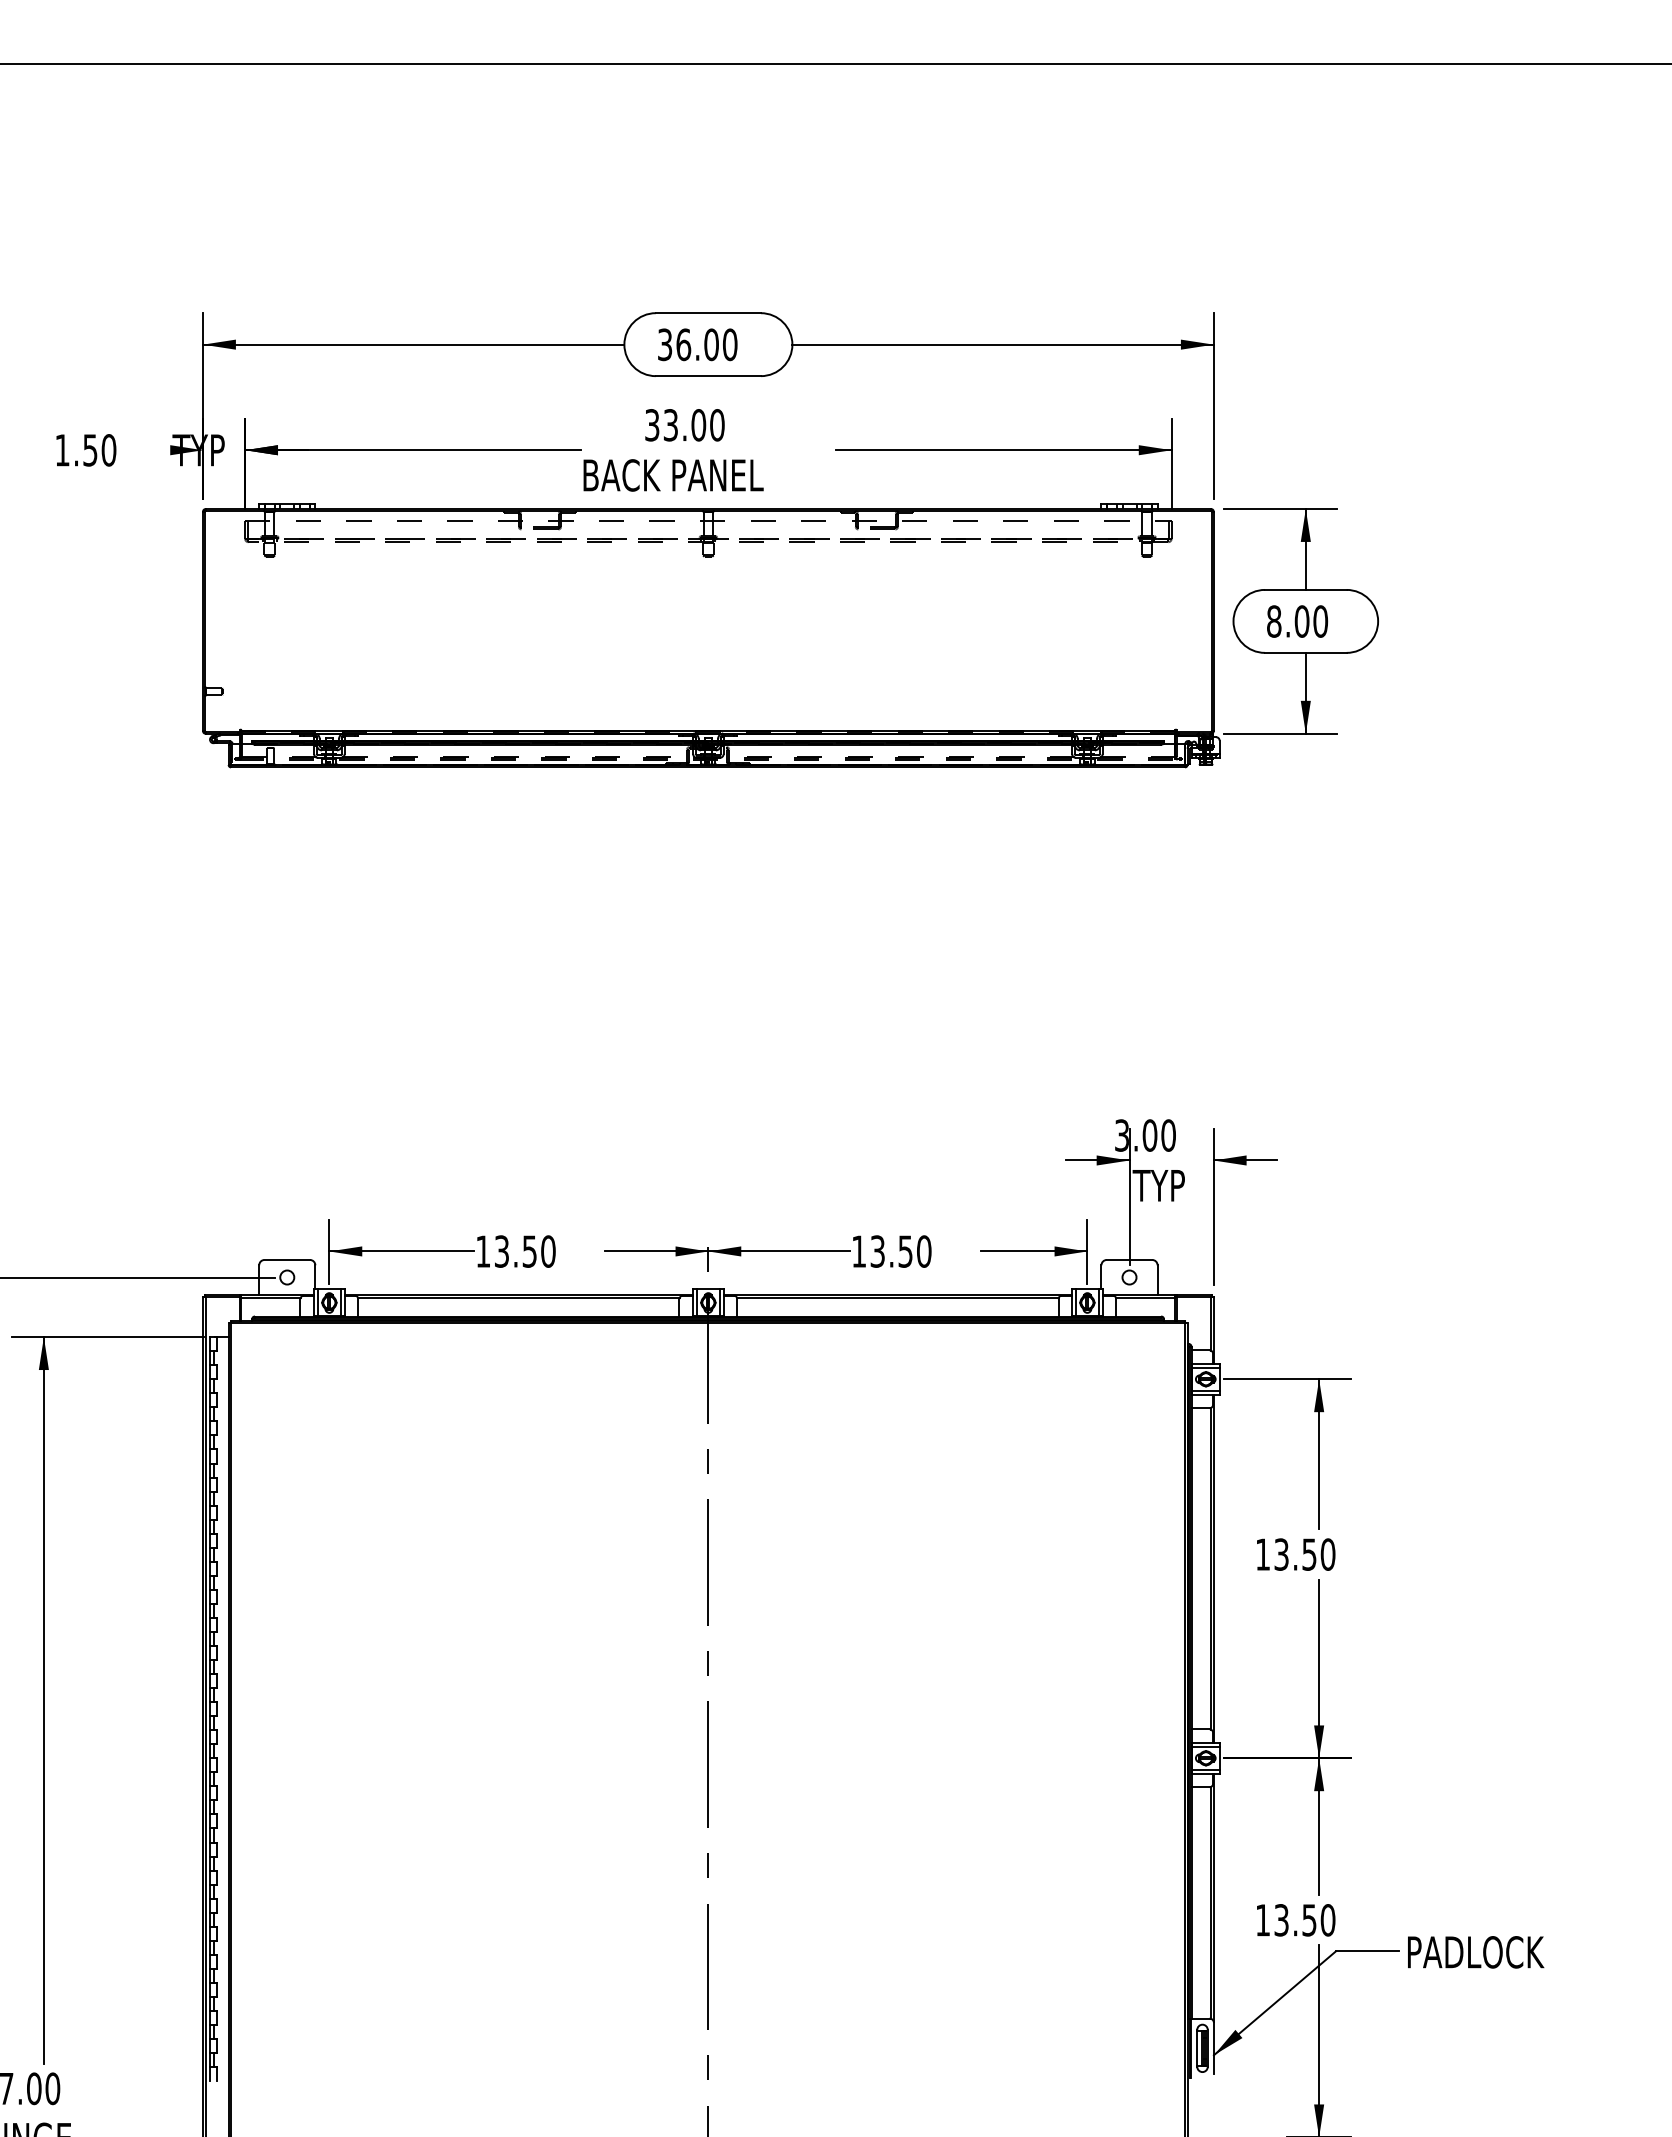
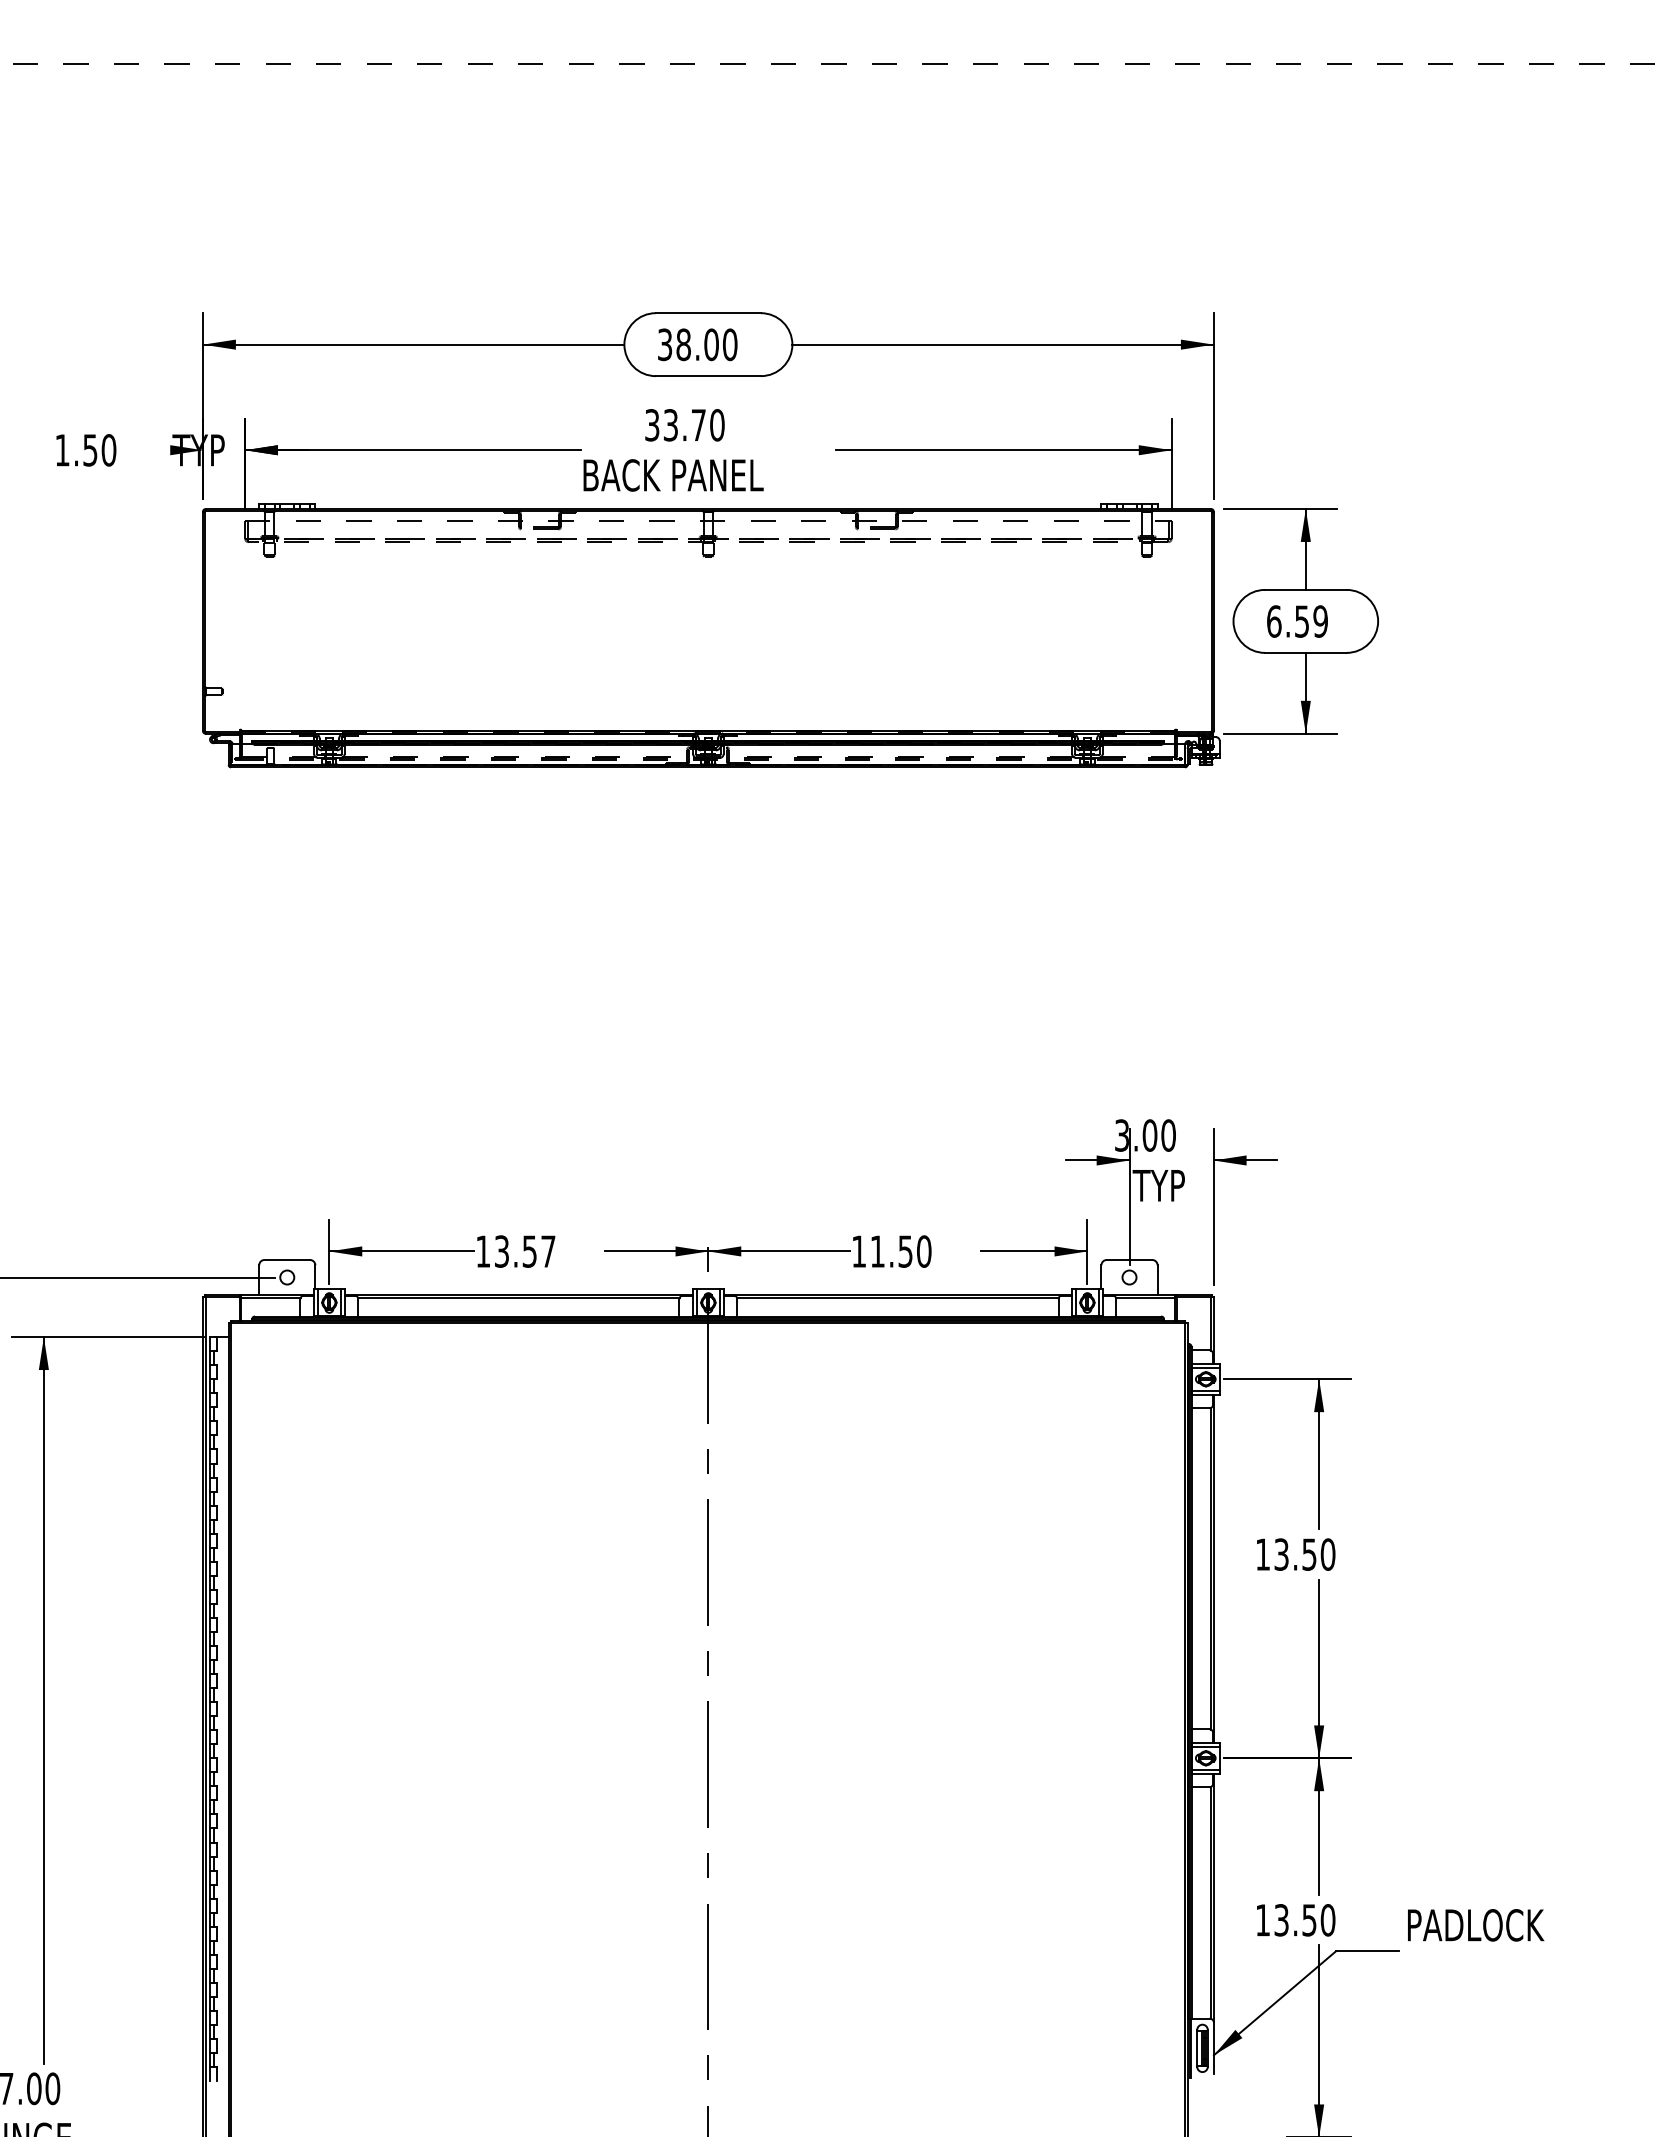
line at (836, 64): solid -> dashed
text at (683, 344): 36.00 -> 38.00
text at (698, 425): 33.00 -> 33.70
text at (1297, 621): 8.00 -> 6.59
text at (548, 1251): 13.50 -> 13.57
text at (877, 1251): 13.50 -> 11.50
text at (1476, 1952) position: (1476, 1952) -> (1476, 1925)
